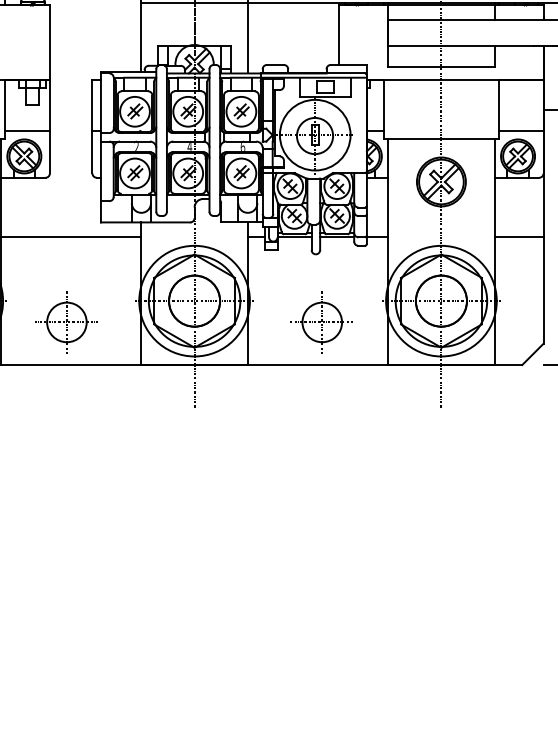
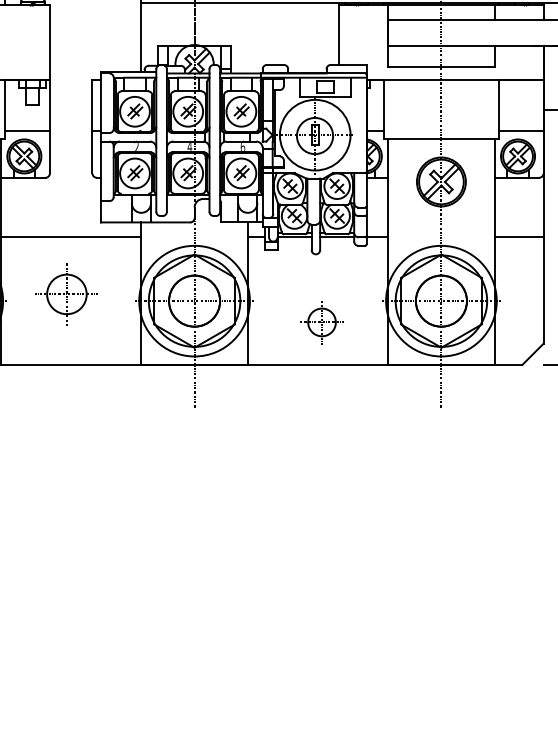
line at (247, 37): present -> none
part at (66, 322) position: (66, 322) -> (66, 294)
part at (321, 322) size: 63x63 px -> 44x44 px
